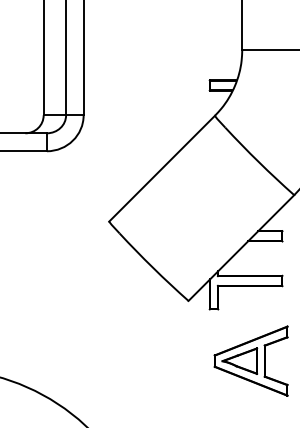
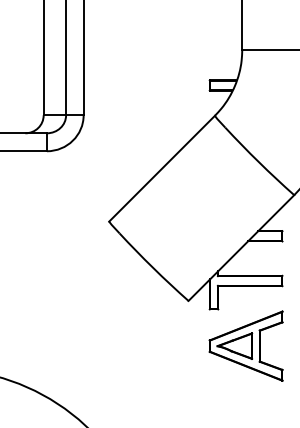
part at (250, 360) position: (250, 360) -> (245, 345)
